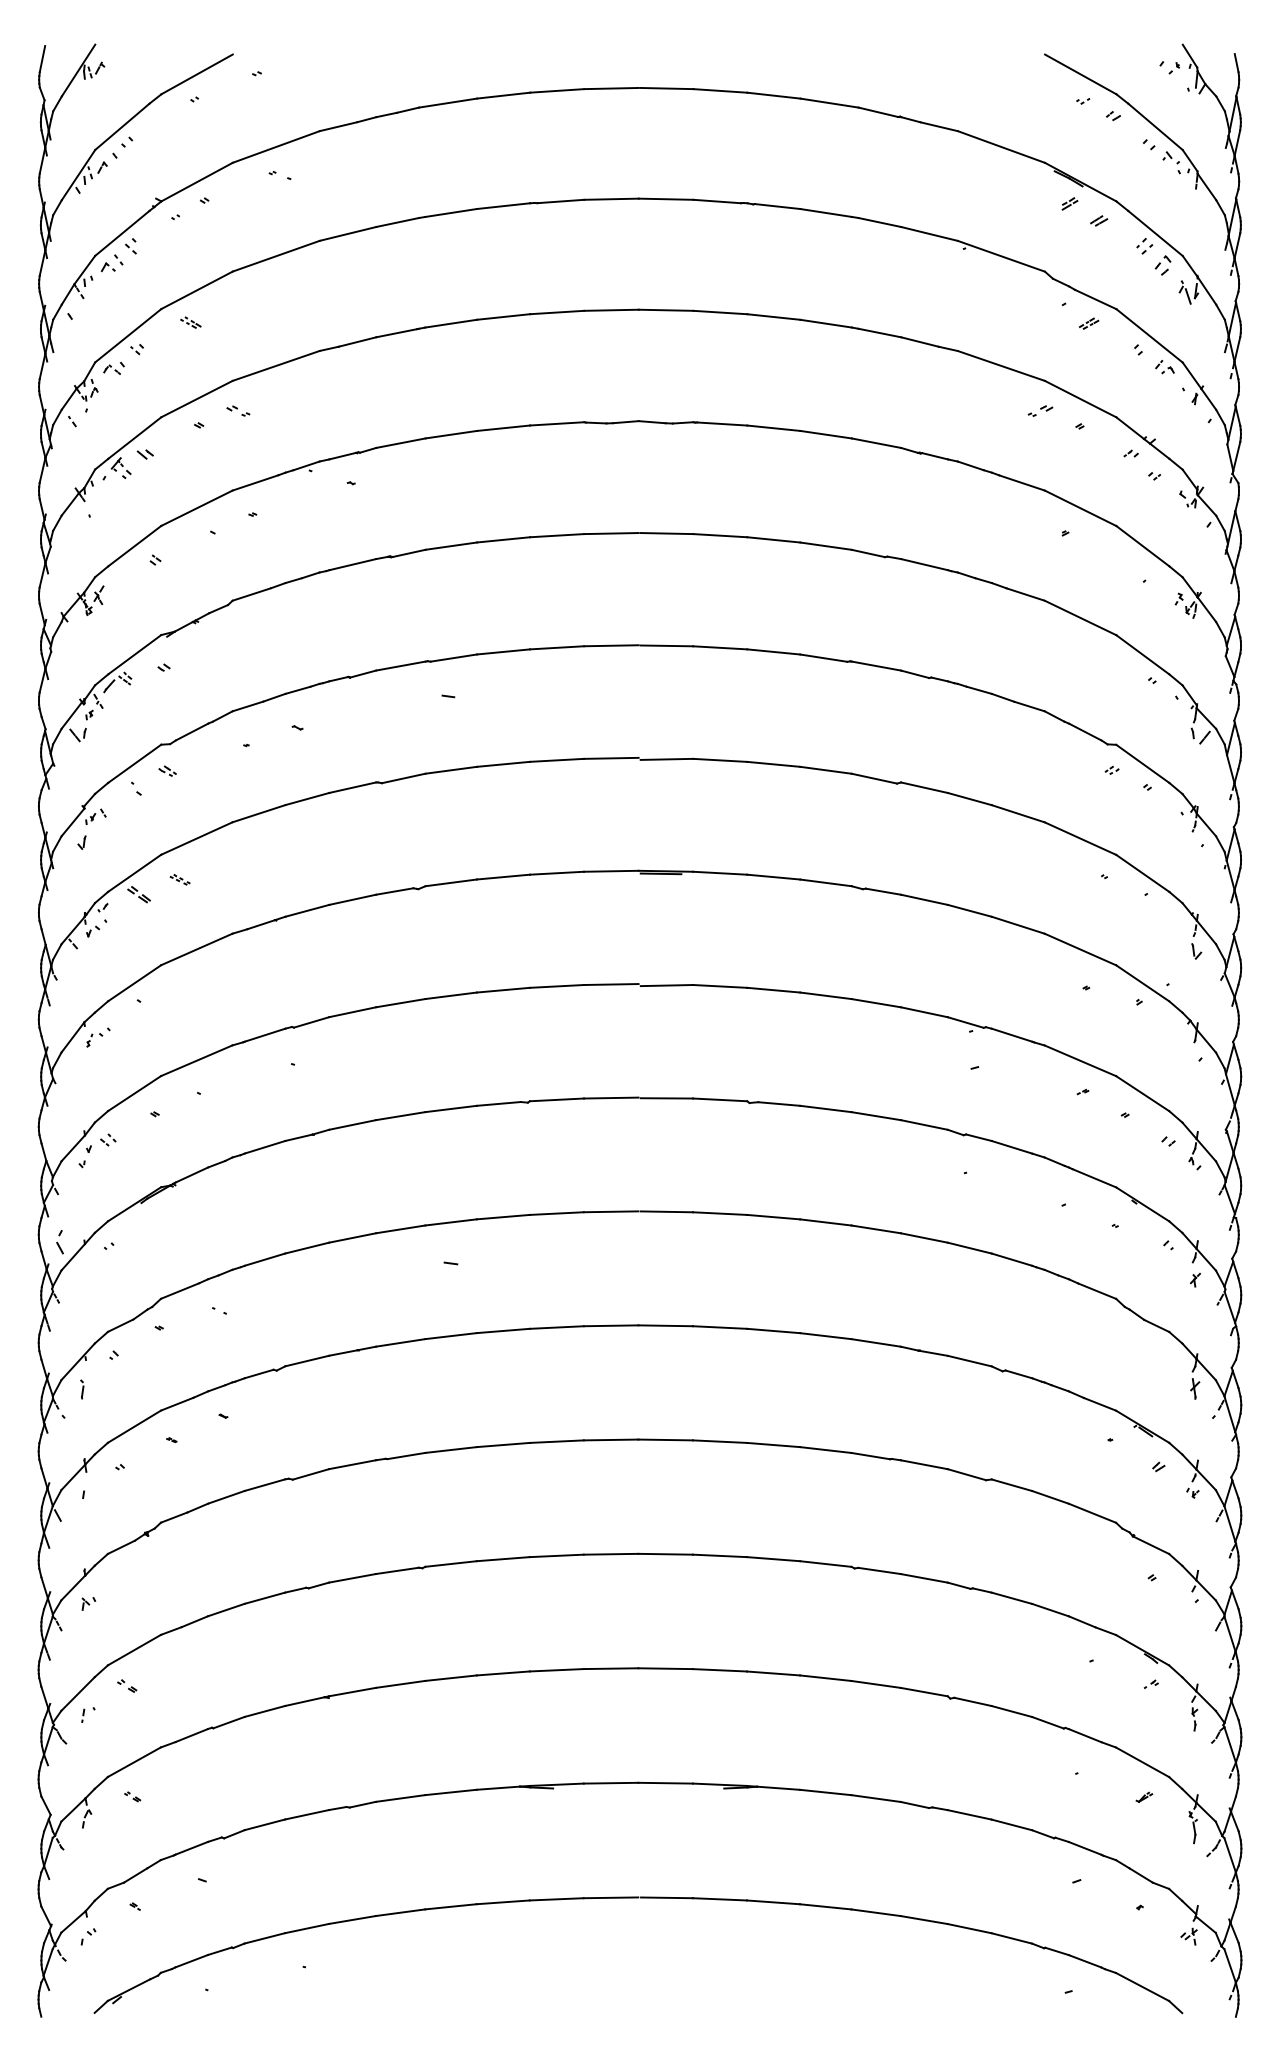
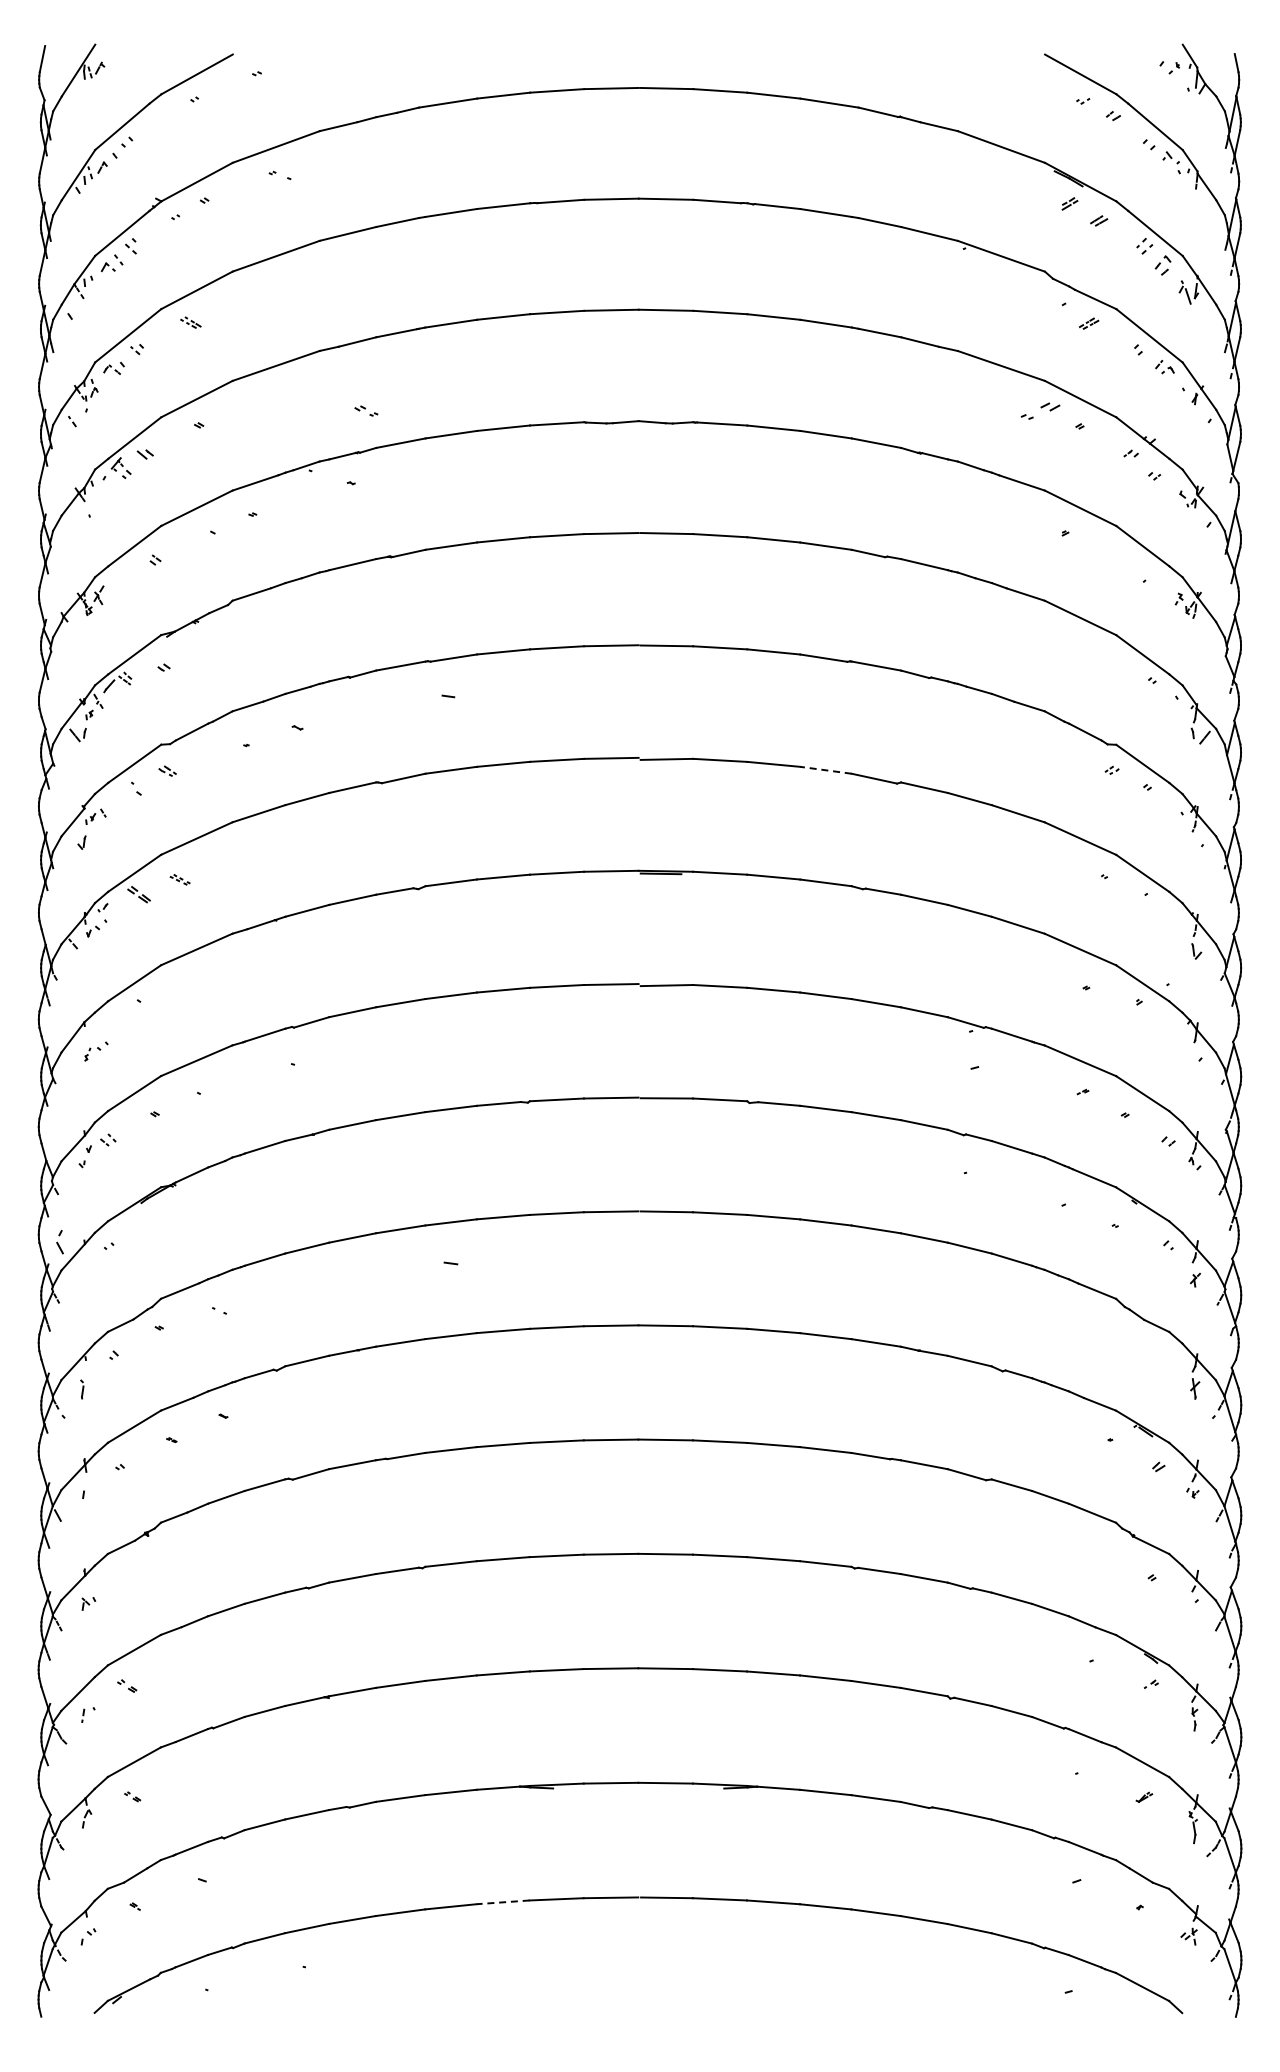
part at (238, 410) position: (238, 410) -> (366, 410)
part at (1040, 410) size: 27x12 px -> 41x18 px
line at (825, 770): solid -> dashed
part at (98, 1037) position: (98, 1037) -> (96, 1051)
line at (503, 1902): solid -> dashed
